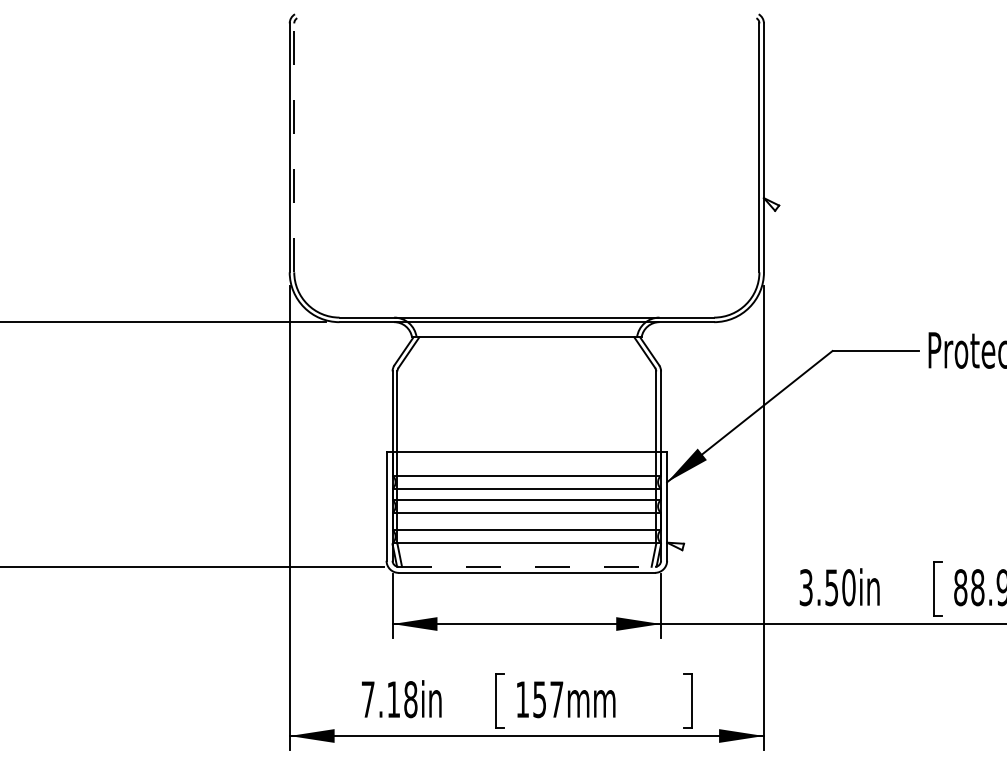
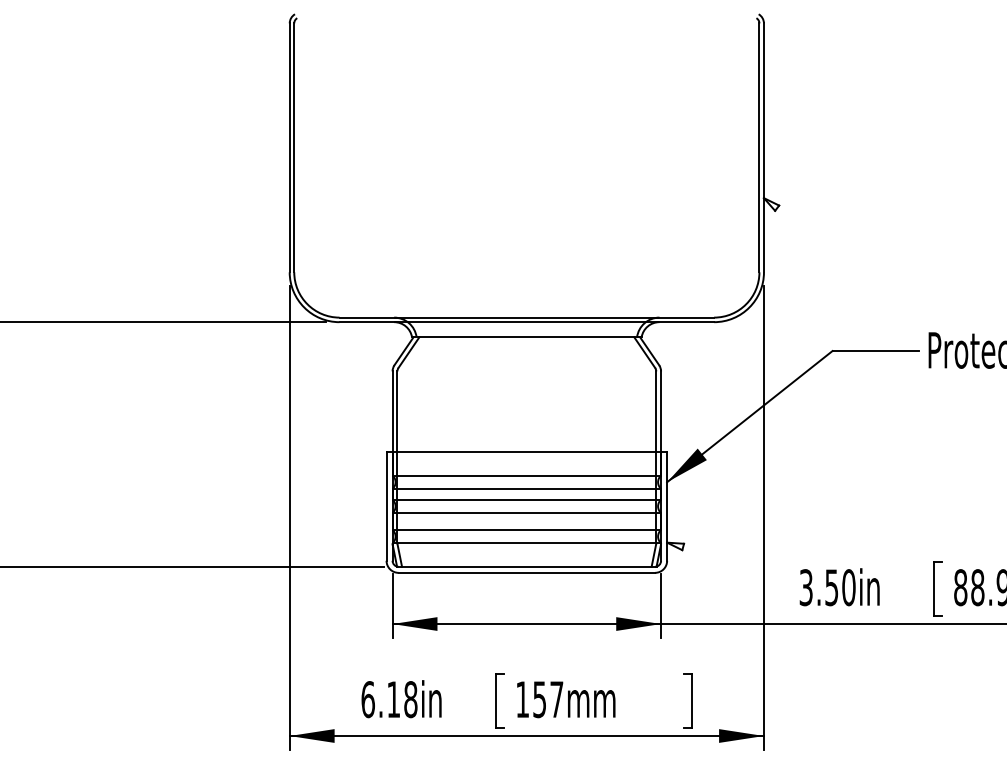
line at (294, 147): dashed -> solid
line at (526, 566): dashed -> solid
text at (367, 699): 7.18in -> 6.18in
